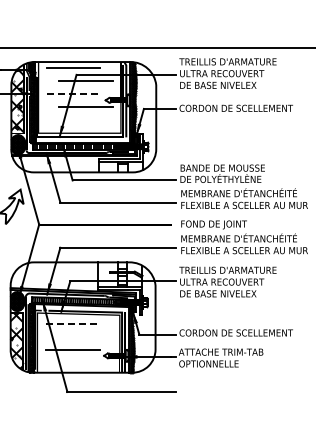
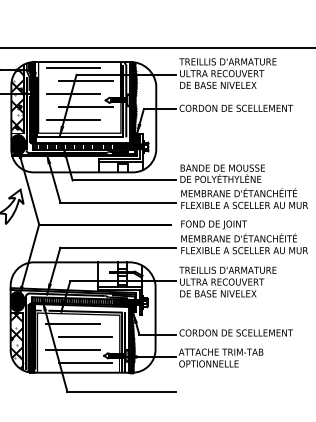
line at (73, 94): dashed -> solid
line at (73, 120): none -> present
line at (73, 323): dashed -> solid
line at (85, 336): none -> present
line at (85, 362): none -> present
